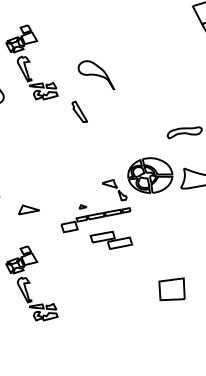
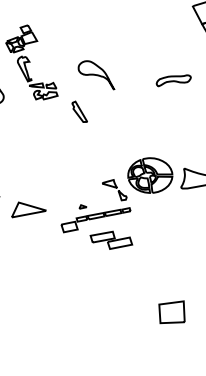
part at (184, 132) position: (184, 132) -> (173, 80)
part at (28, 209) size: 22x12 px -> 36x18 px
part at (31, 283): present -> none
part at (171, 289) position: (171, 289) -> (171, 312)
